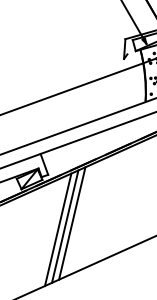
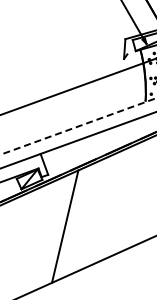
line at (78, 126): solid -> dashed
line at (72, 223): present -> none
line at (57, 229): present -> none
